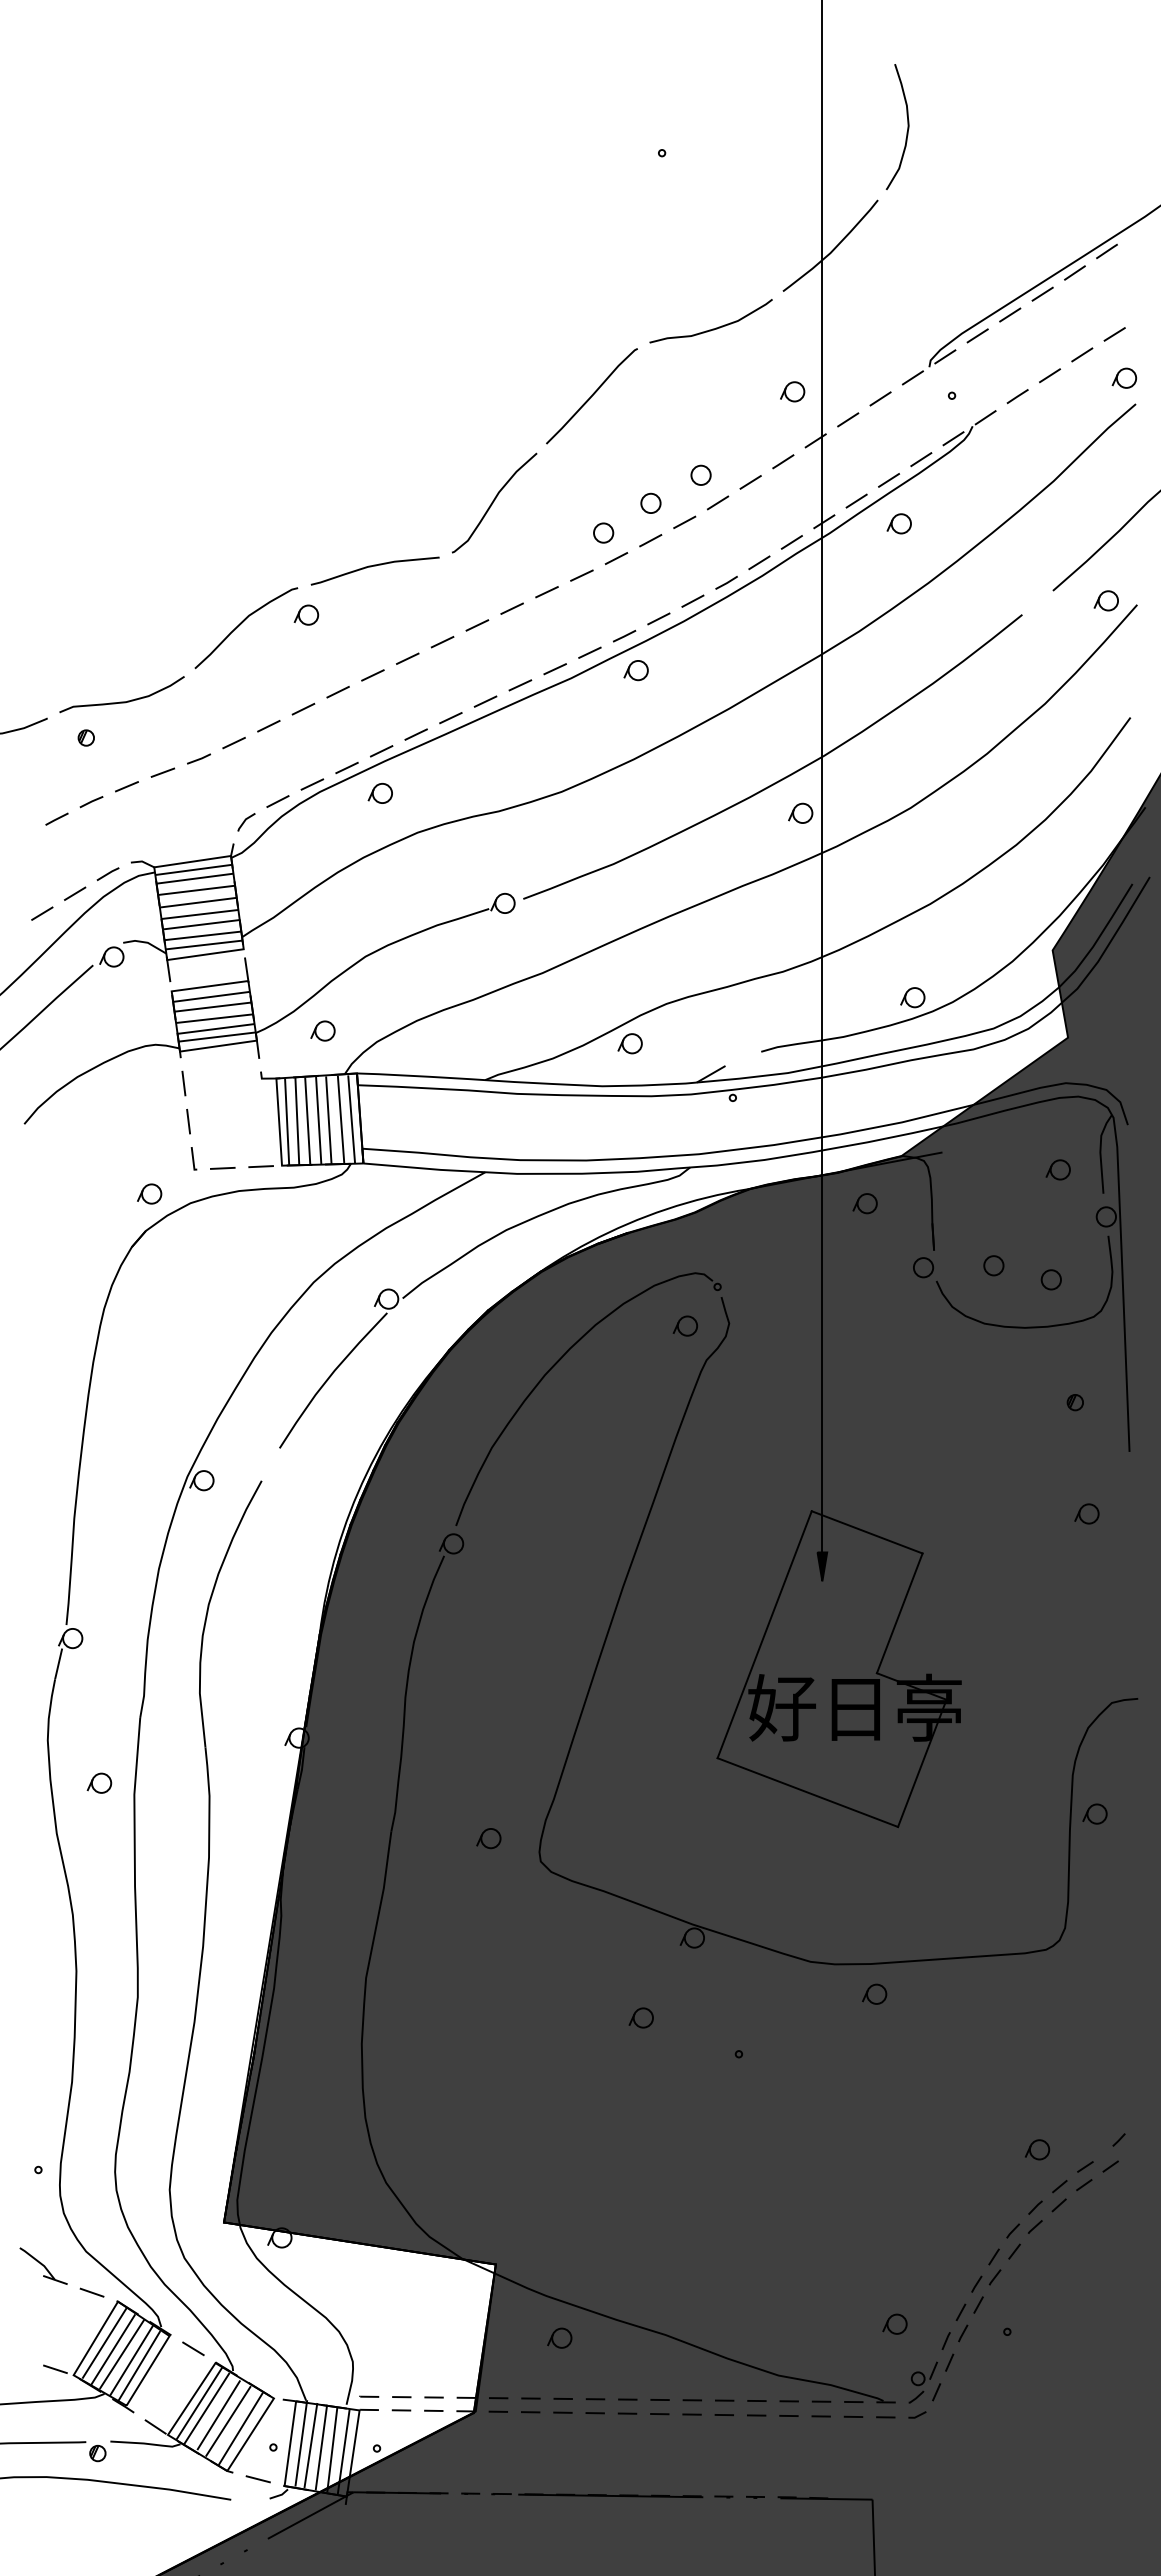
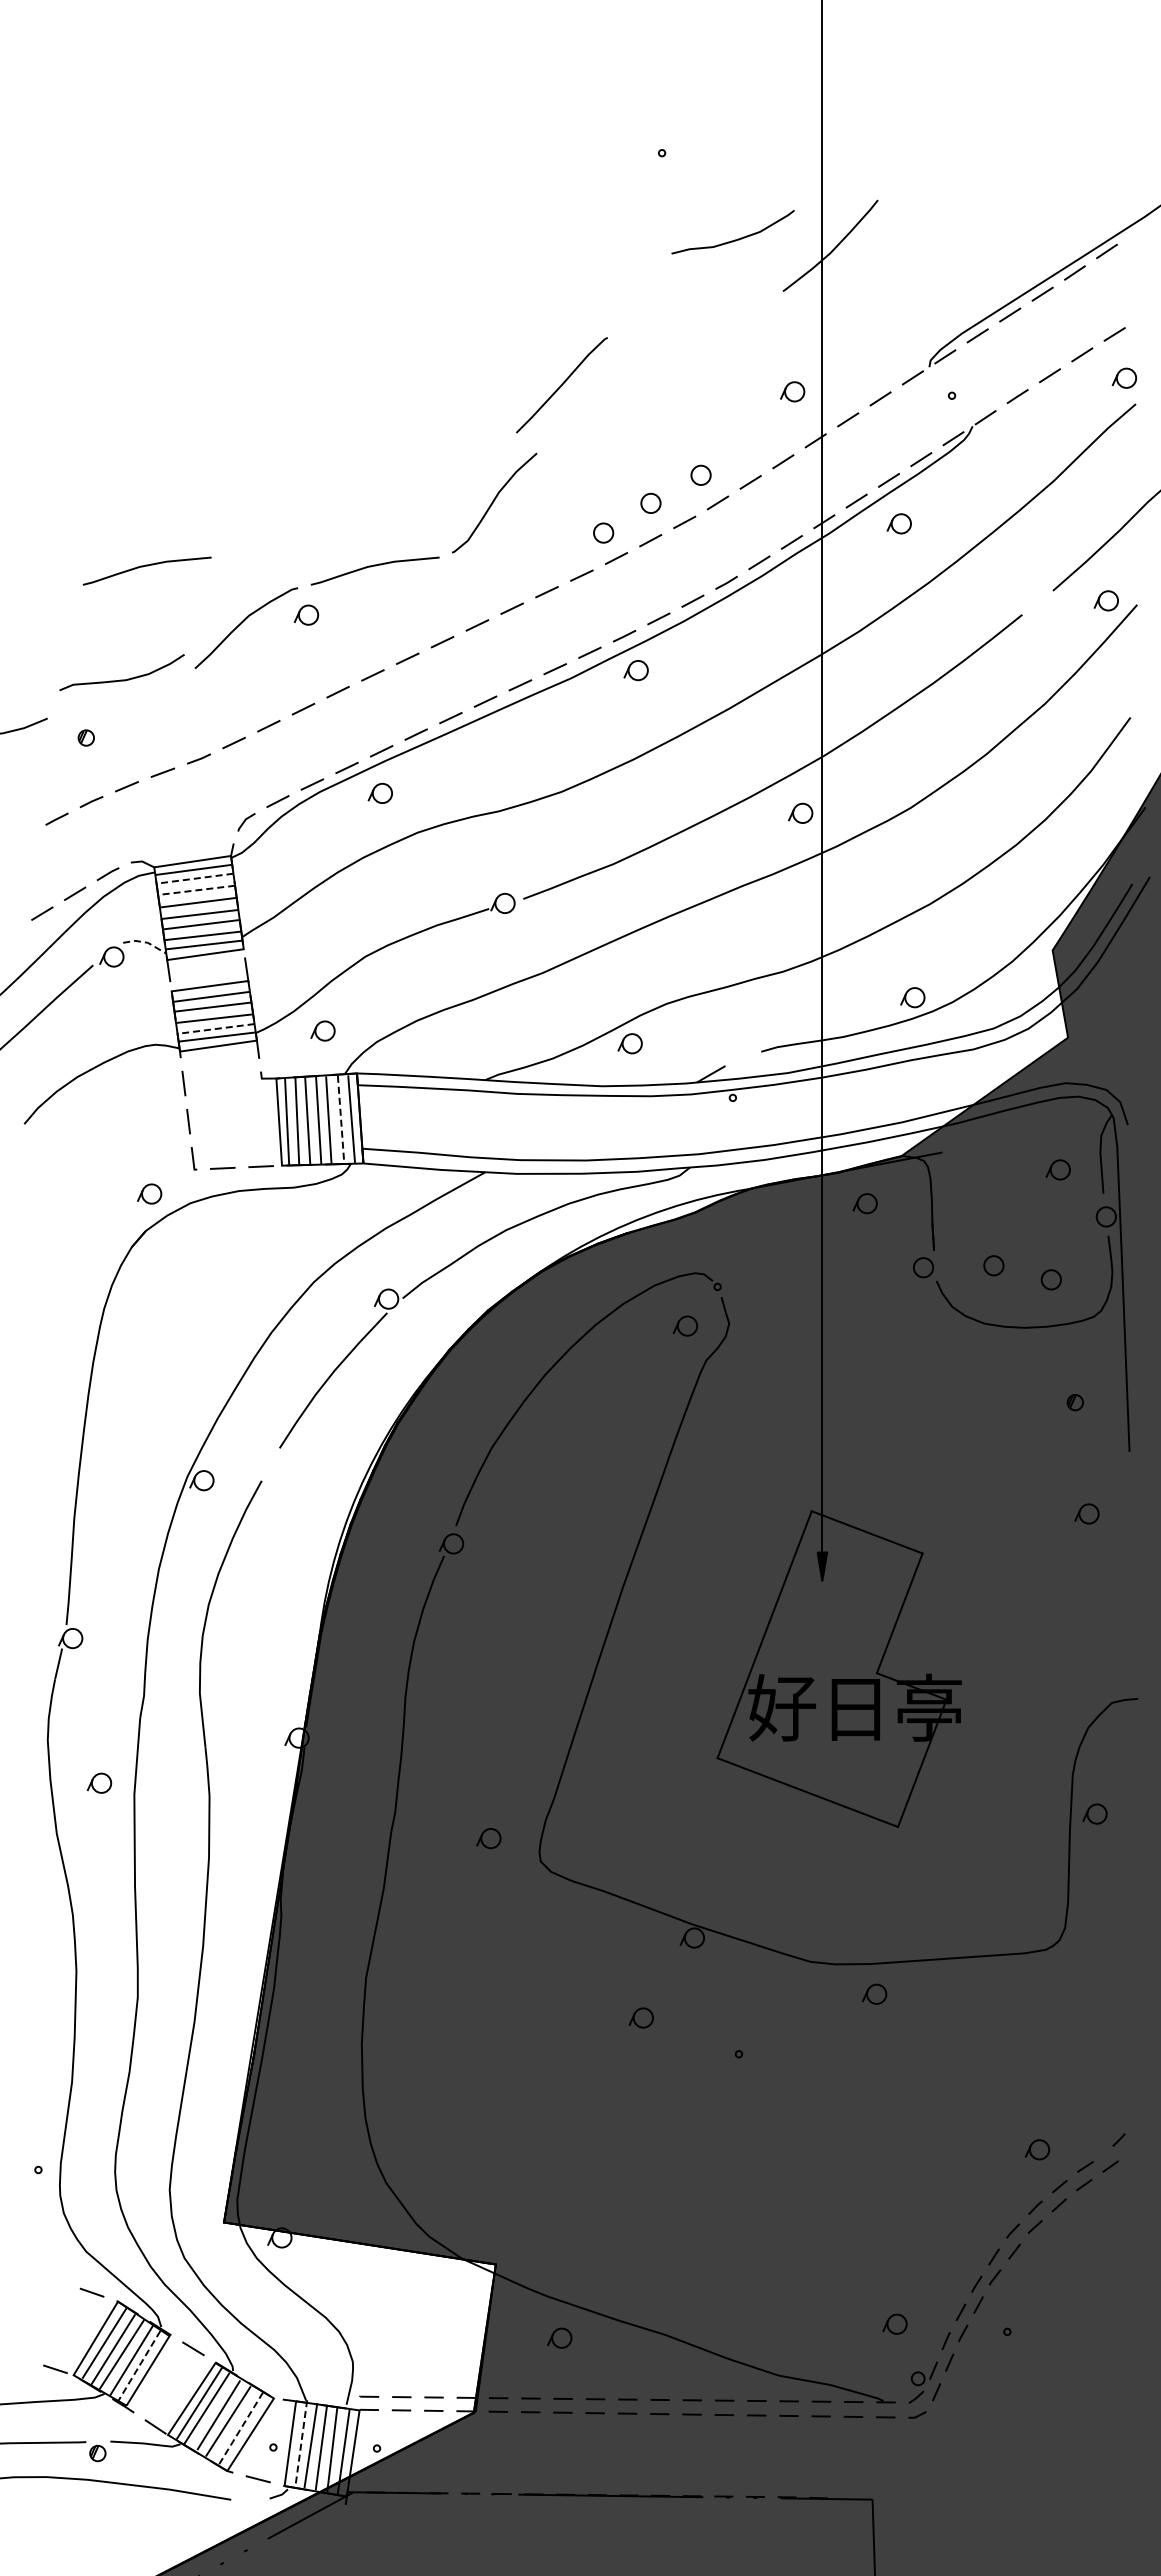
curve at (907, 126): present -> none
curve at (712, 328) position: (712, 328) -> (734, 239)
curve at (591, 396) position: (591, 396) -> (561, 385)
curve at (146, 566): none -> present
curve at (121, 701) position: (121, 701) -> (121, 679)
line at (195, 878): solid -> dashed
line at (196, 890): solid -> dashed
line at (146, 942): solid -> dashed
line at (216, 1028): solid -> dashed
line at (341, 1120): solid -> dashed
part at (43, 2265): present -> none
line at (138, 2366): solid -> dashed
line at (240, 2429): solid -> dashed
line at (301, 2443): solid -> dashed
